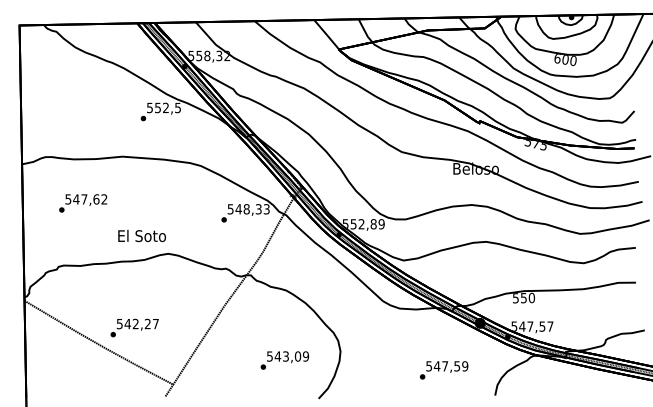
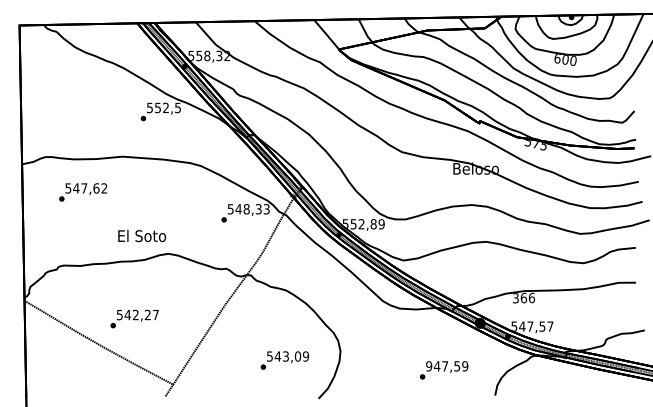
text at (83, 203) position: (83, 203) -> (83, 192)
text at (524, 297): 550 -> 366
text at (134, 327) position: (134, 327) -> (134, 318)
text at (429, 366): 547,59 -> 947,59
